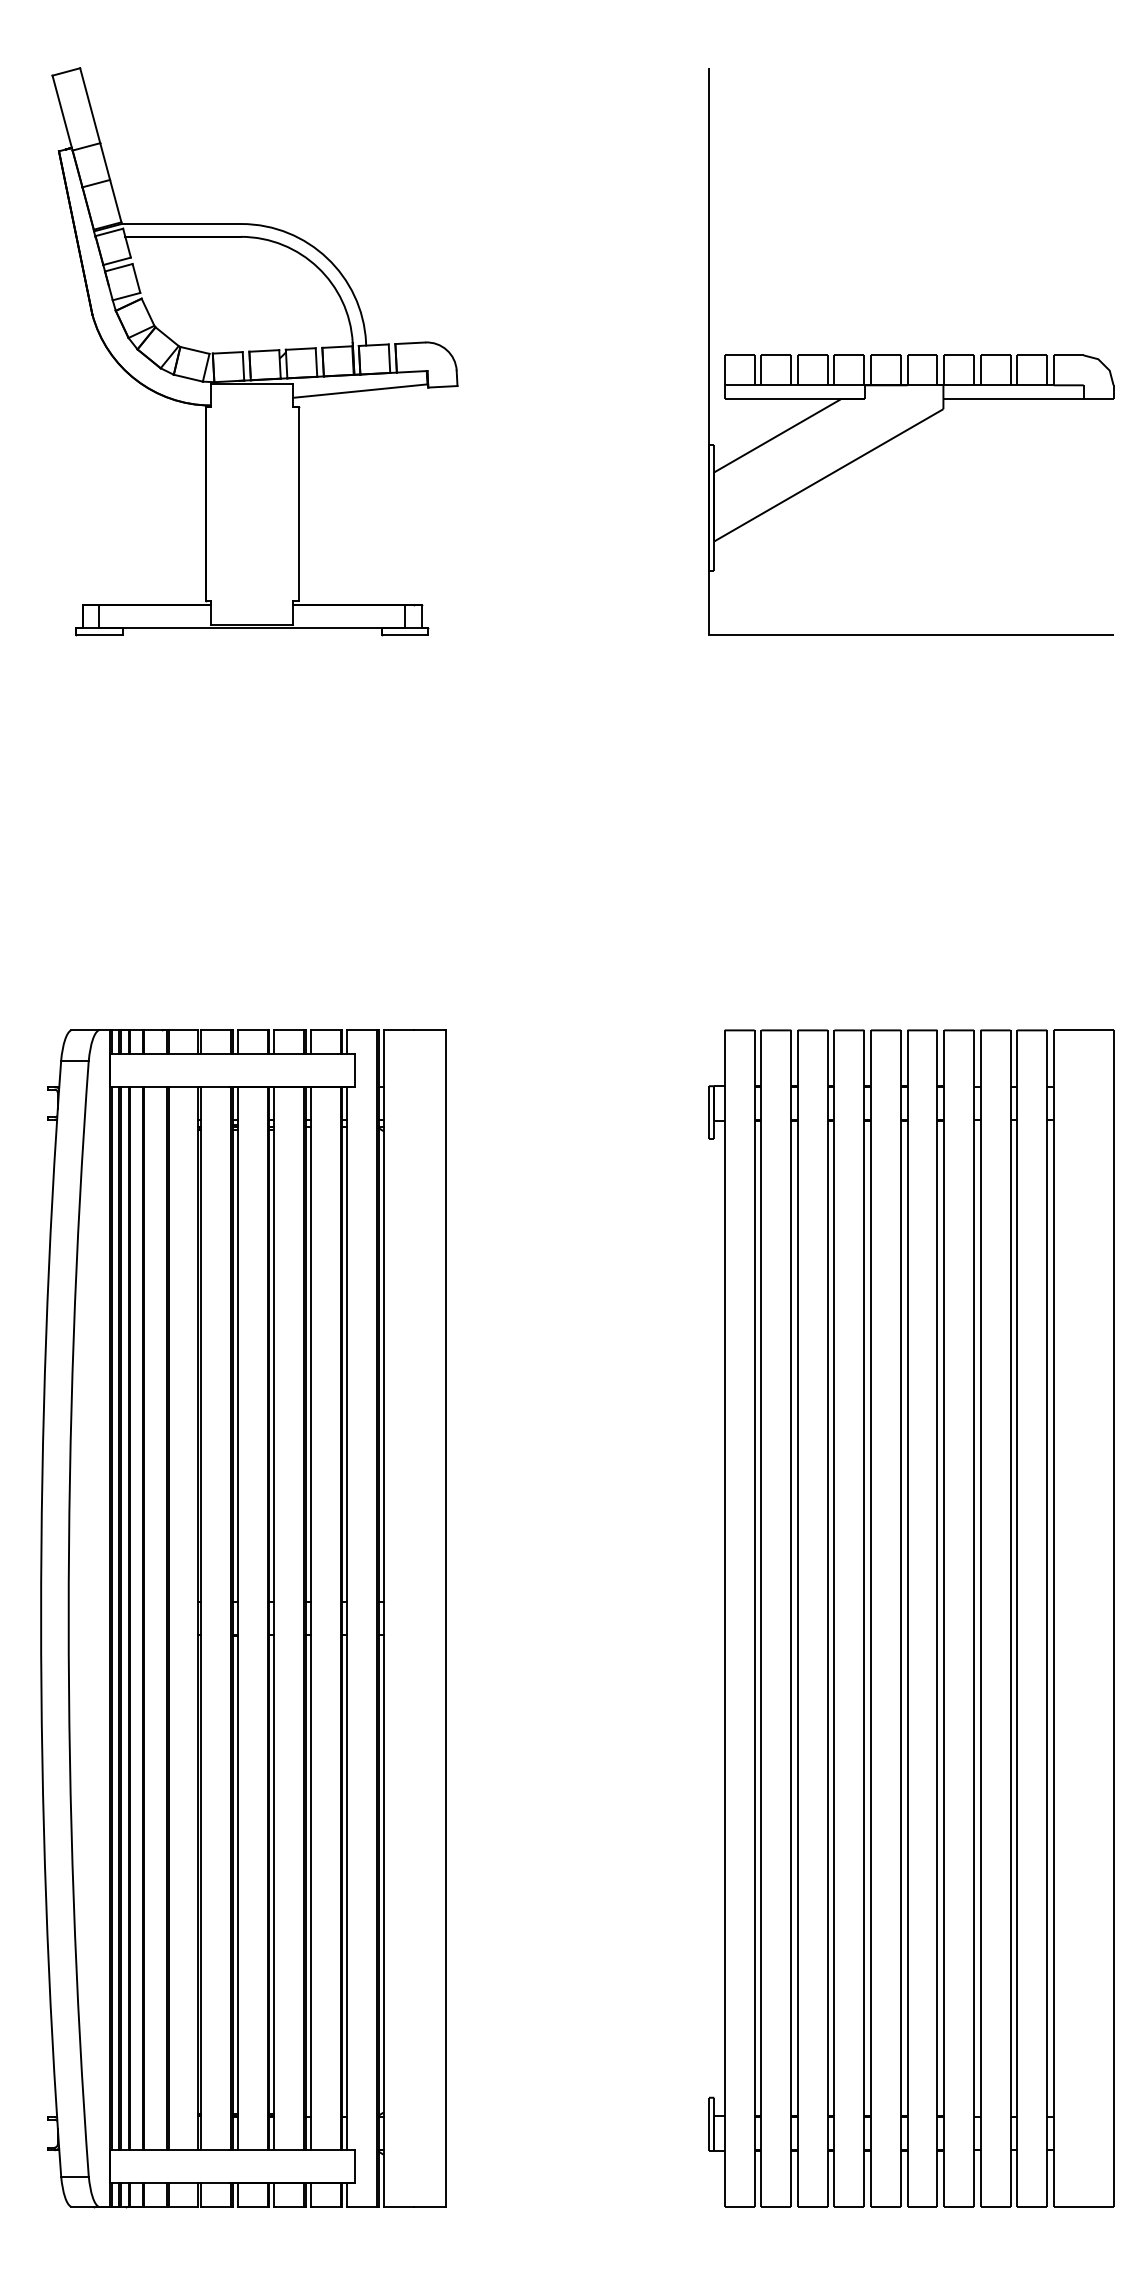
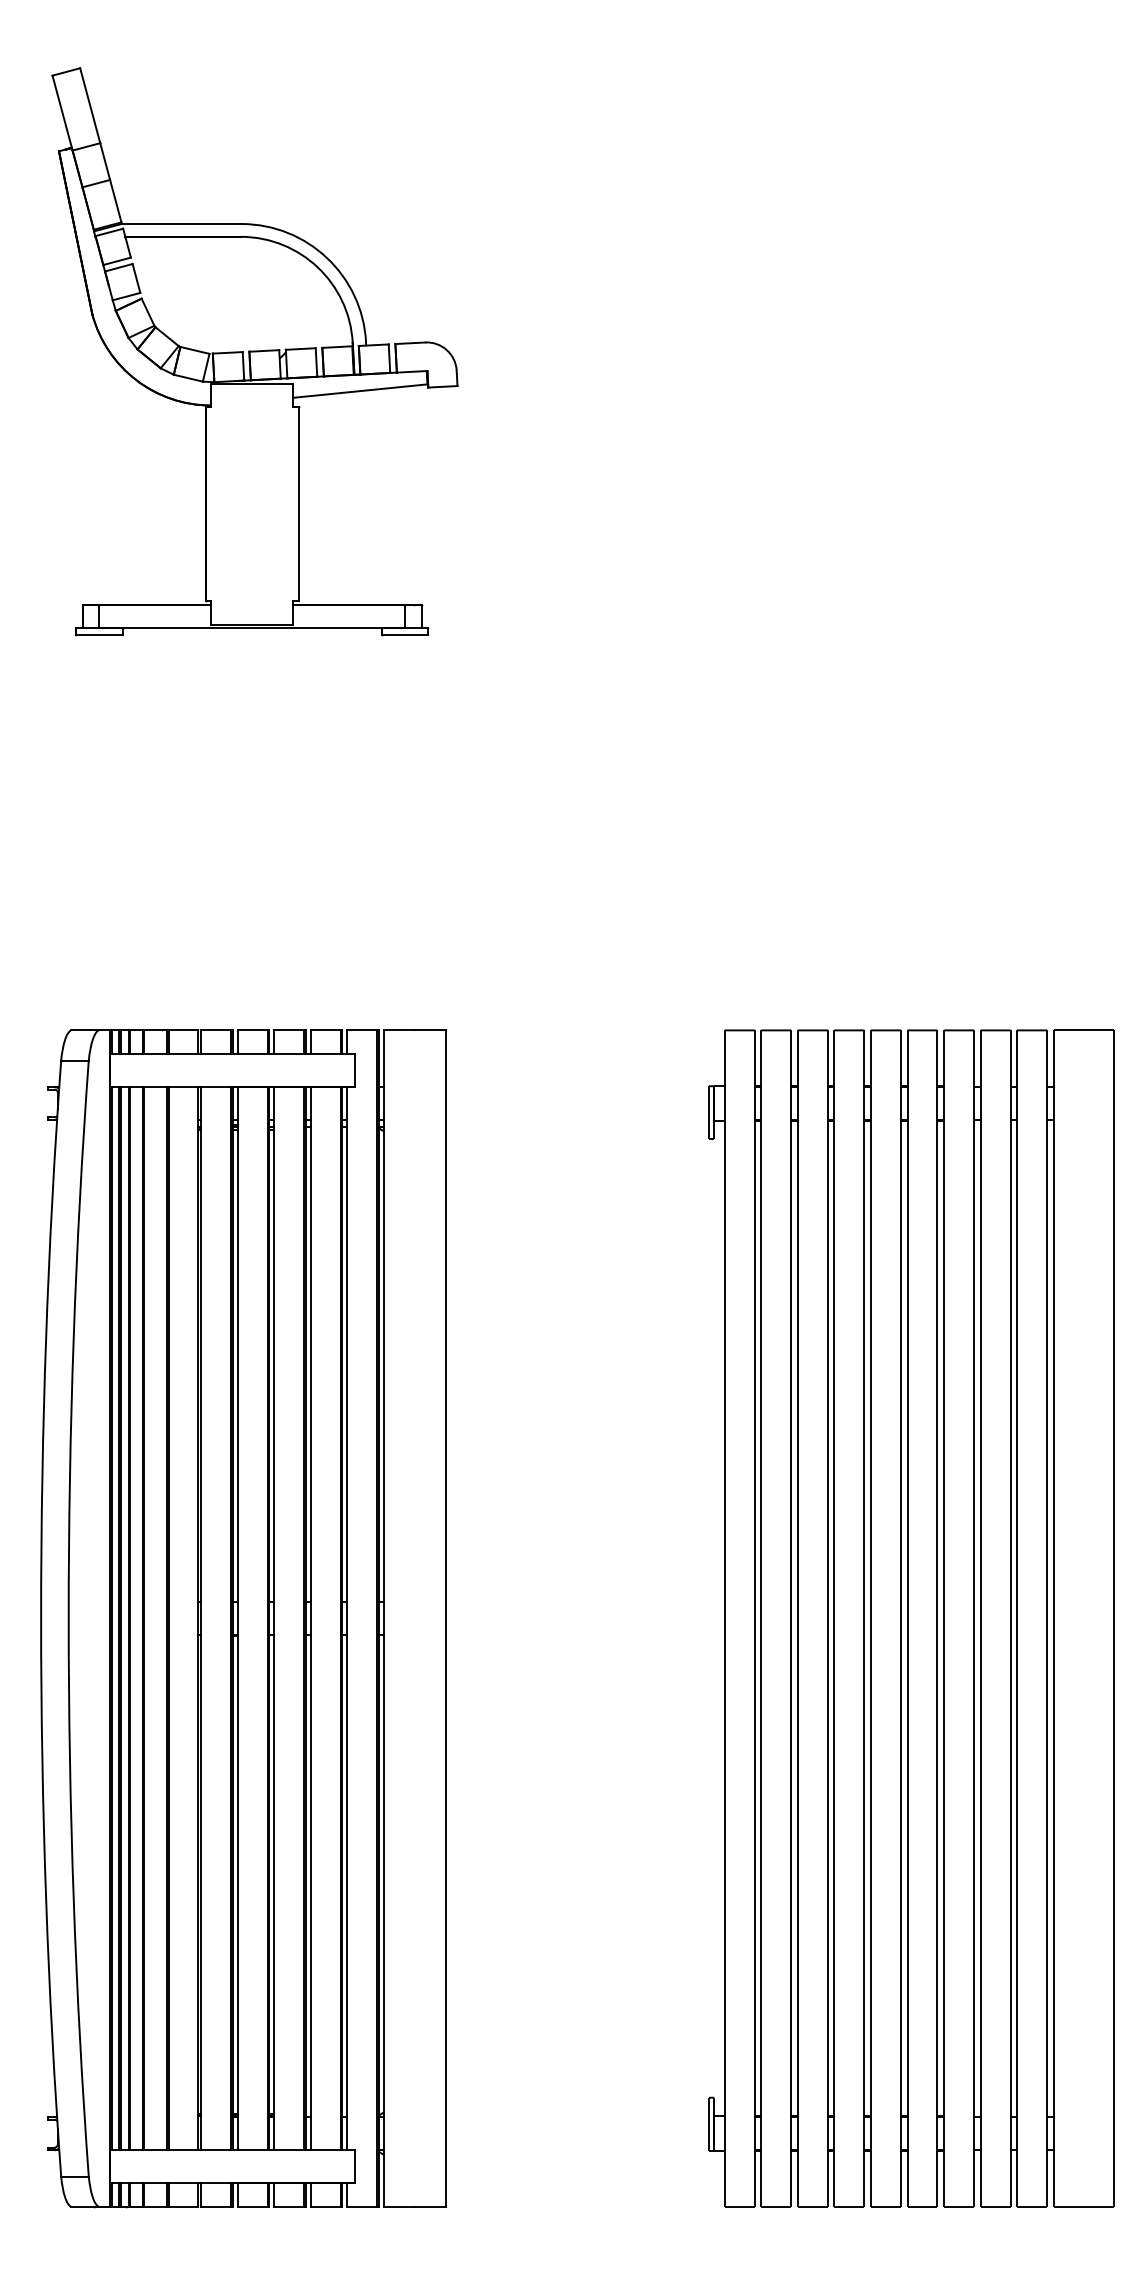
part at (911, 351): present -> none
